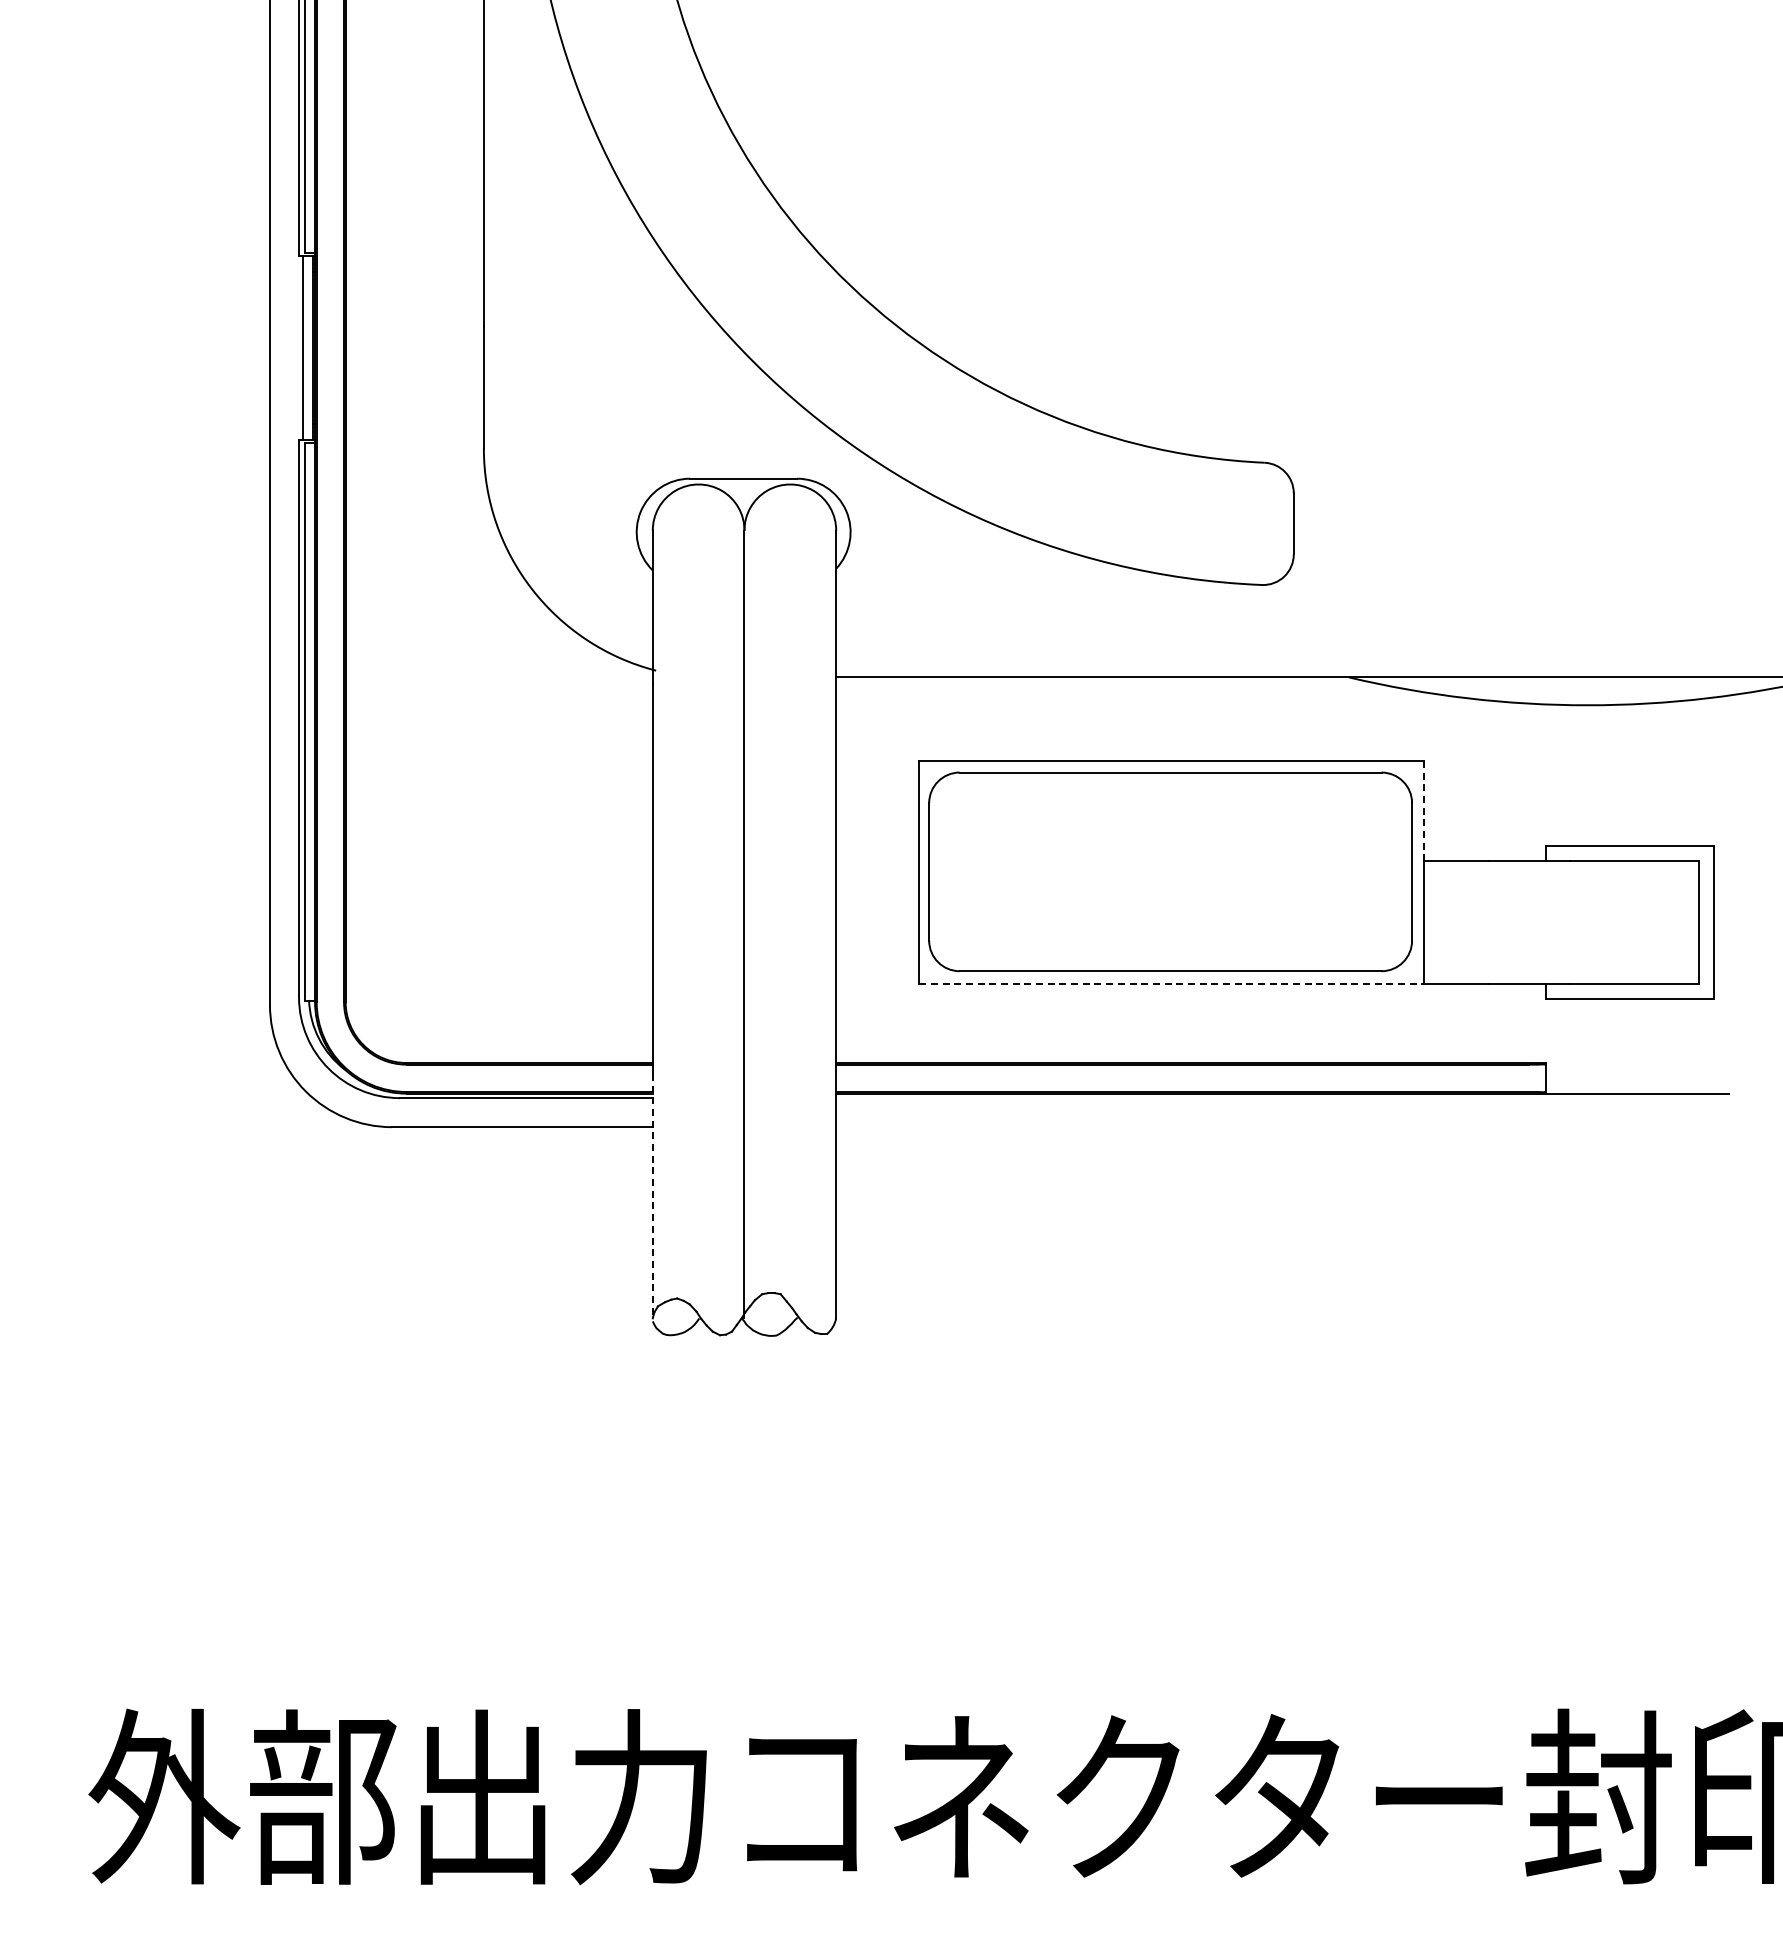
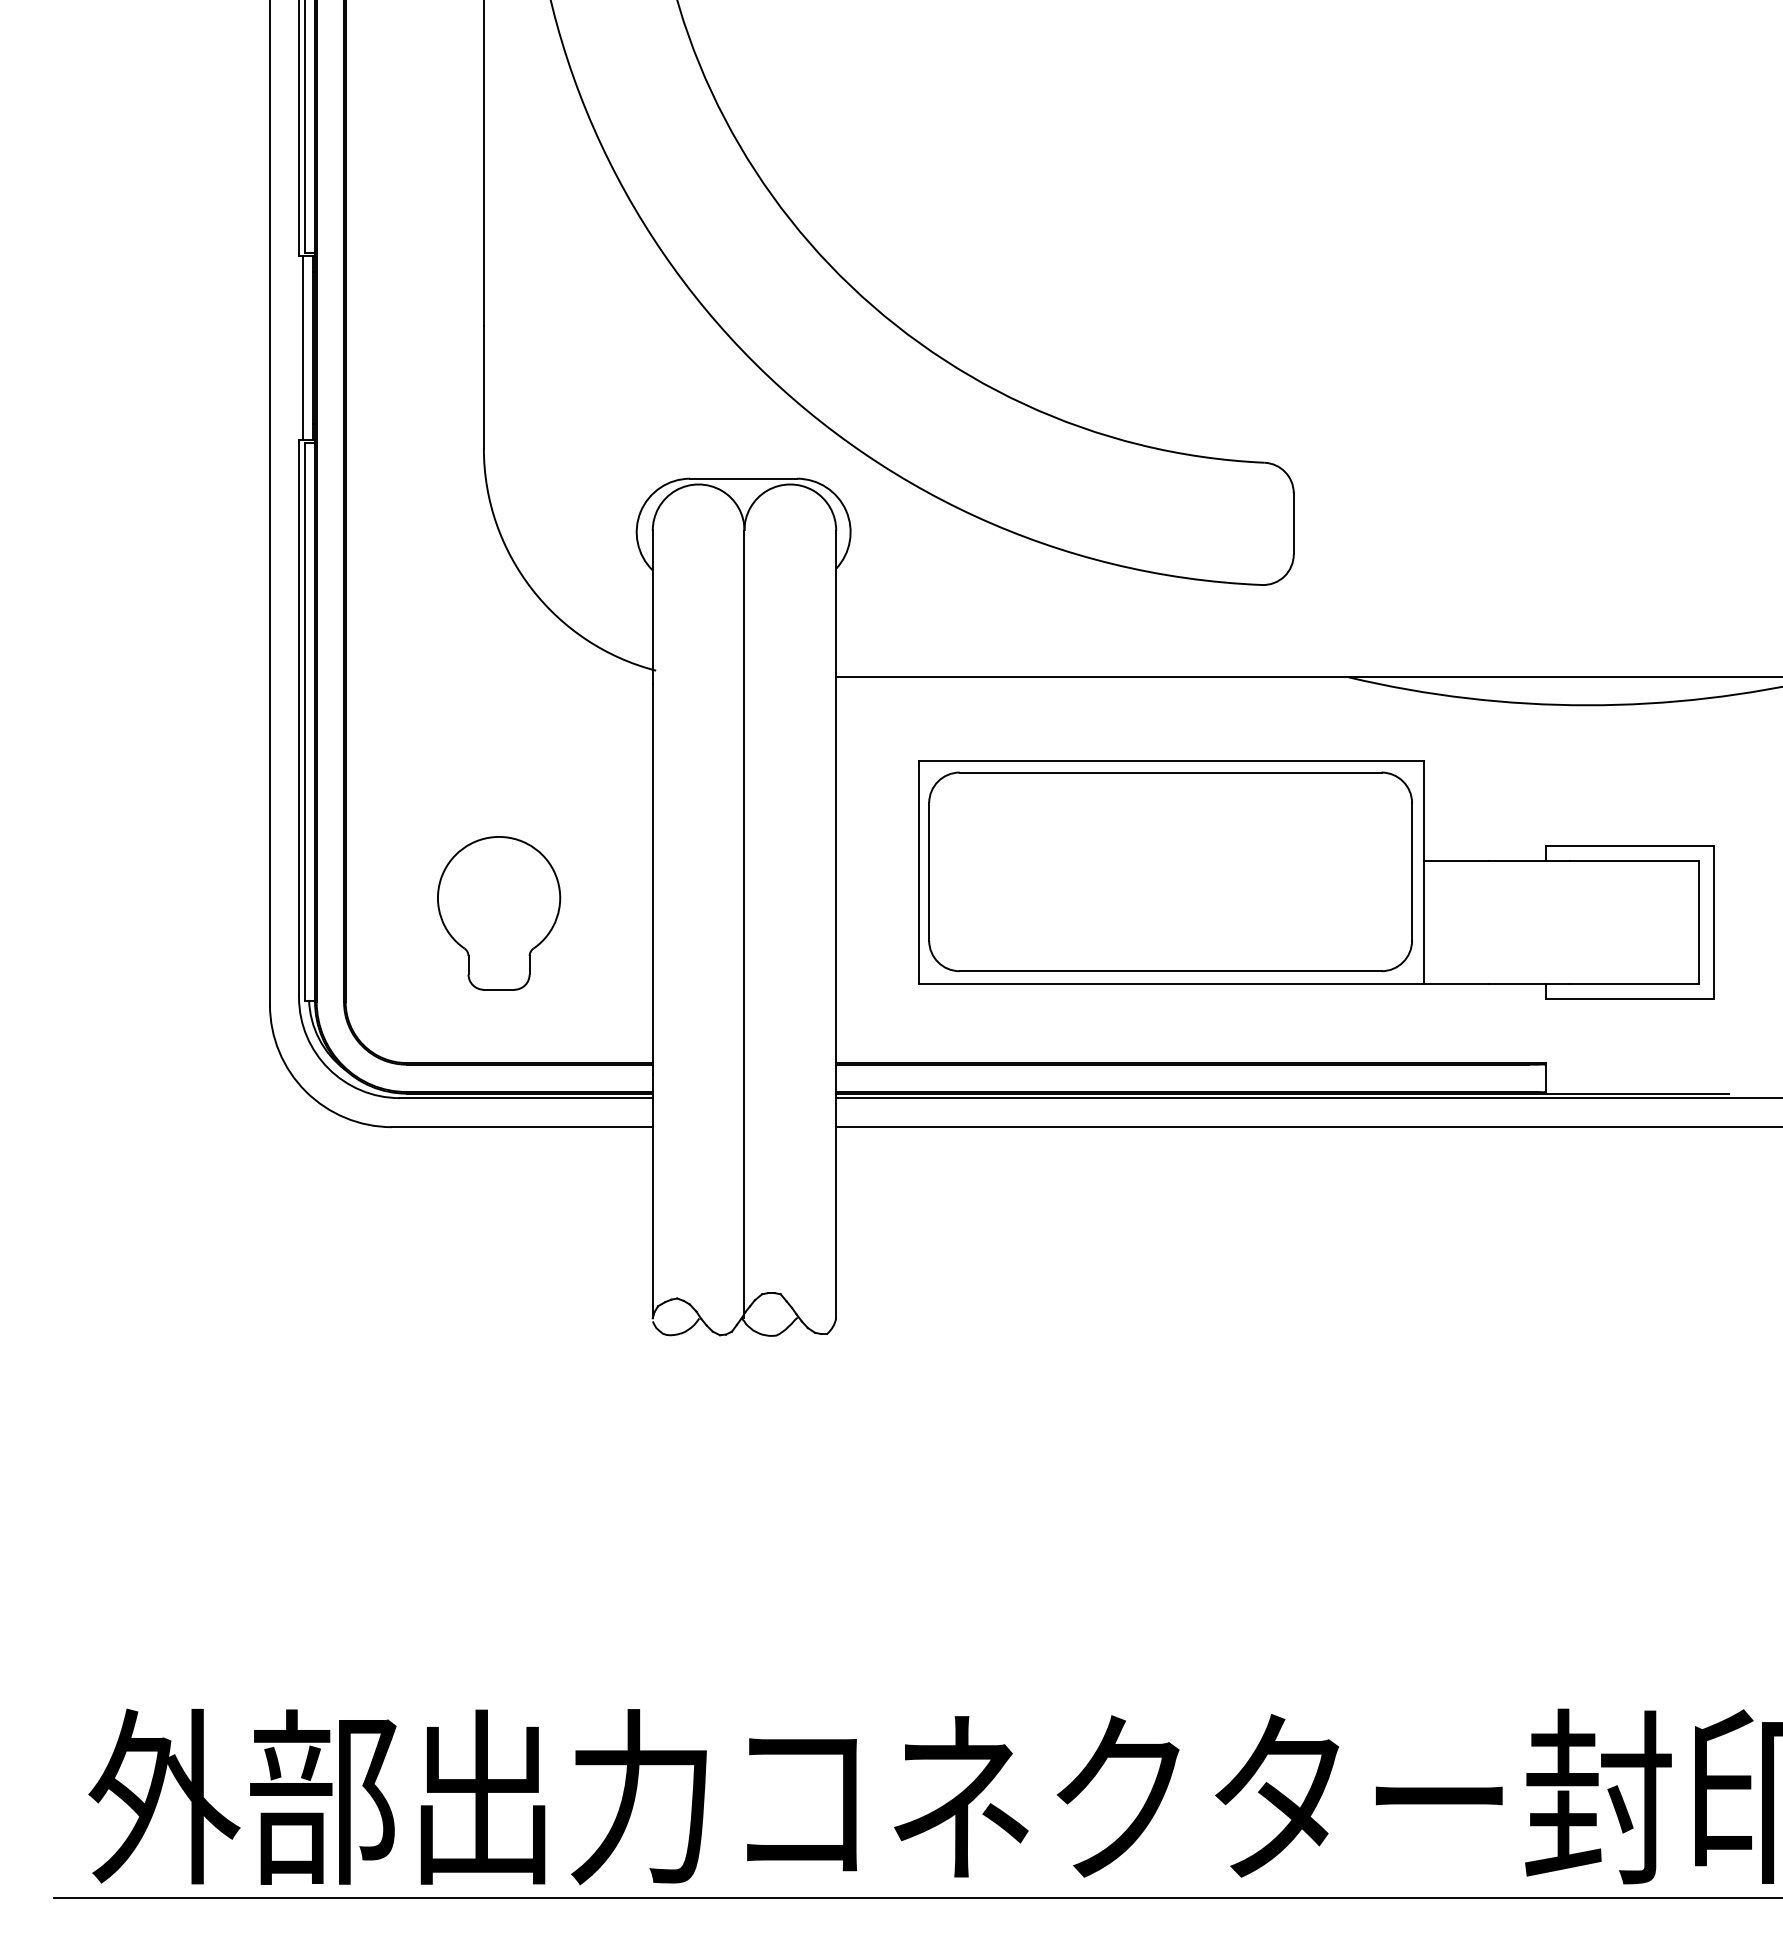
line at (1423, 810): dashed -> solid
part at (499, 913): none -> present
line at (1172, 983): dashed -> solid
line at (1307, 1098): none -> present
line at (1307, 1127): none -> present
line at (652, 1196): dashed -> solid
line at (916, 1898): none -> present
